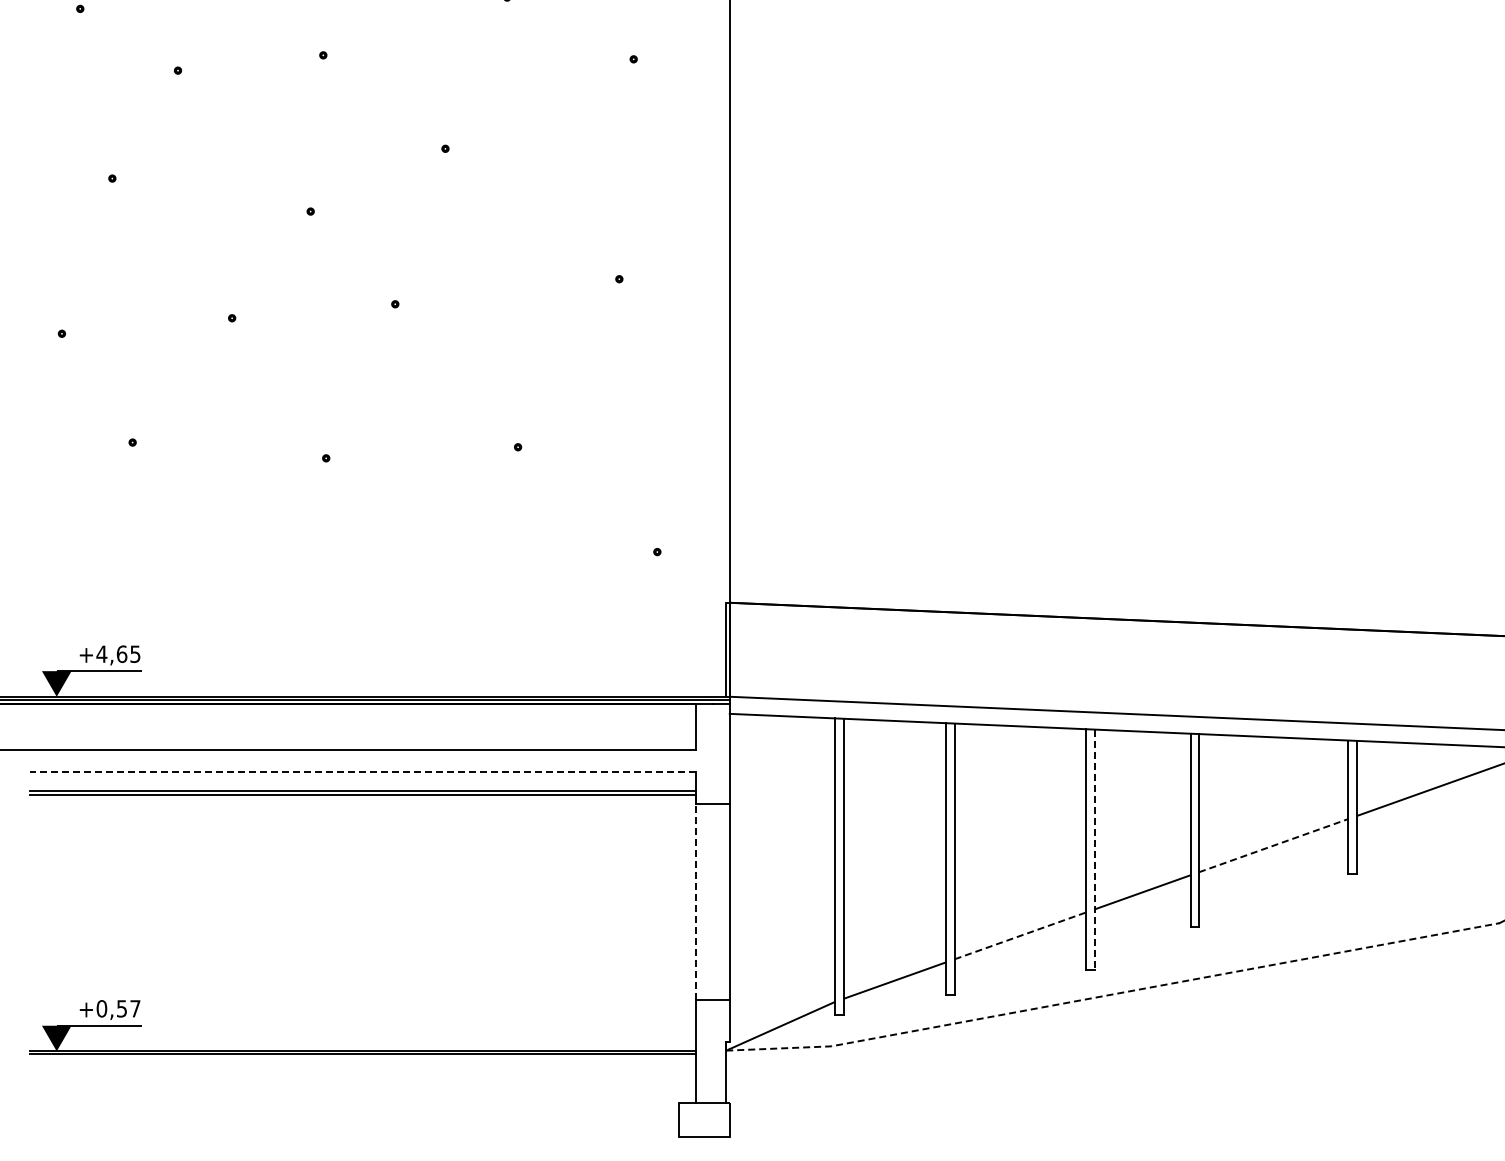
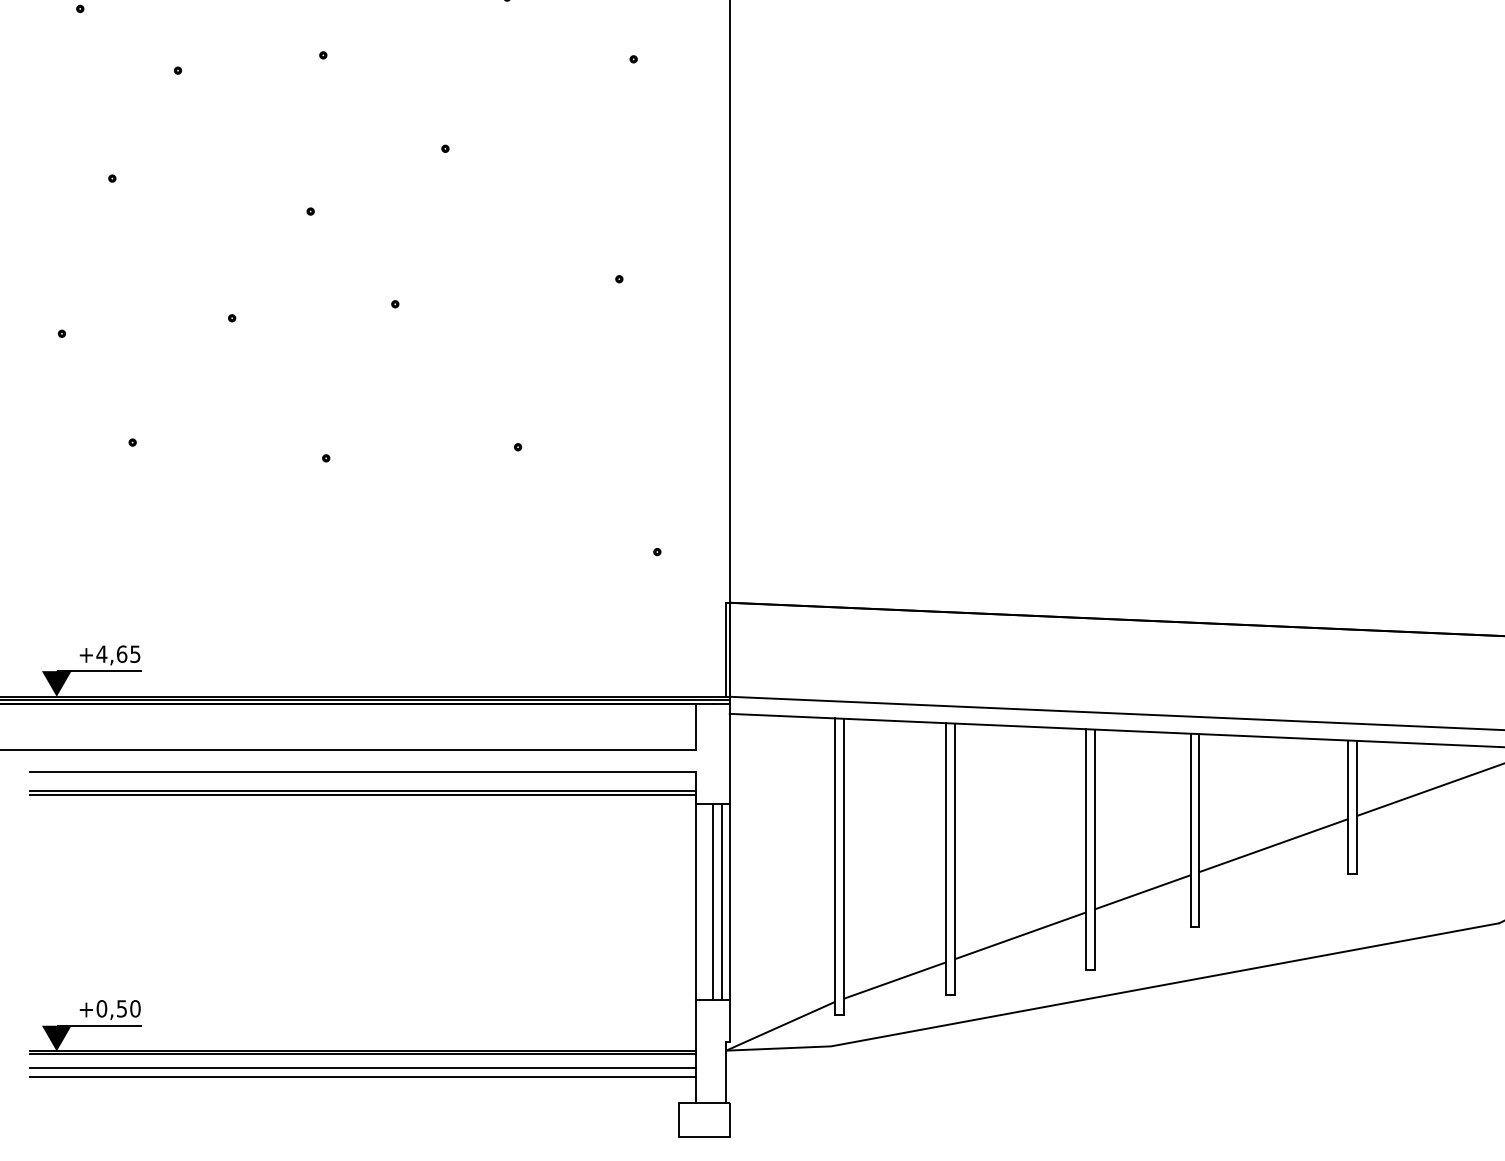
line at (362, 772): dashed -> solid
line at (1274, 845): dashed -> solid
line at (1094, 850): dashed -> solid
line at (696, 901): dashed -> solid
line at (713, 901): none -> present
line at (721, 901): none -> present
line at (1020, 935): dashed -> solid
line at (1113, 994): dashed -> solid
text at (135, 1008): +0,57 -> +0,50
line at (362, 1068): none -> present
line at (362, 1077): none -> present
